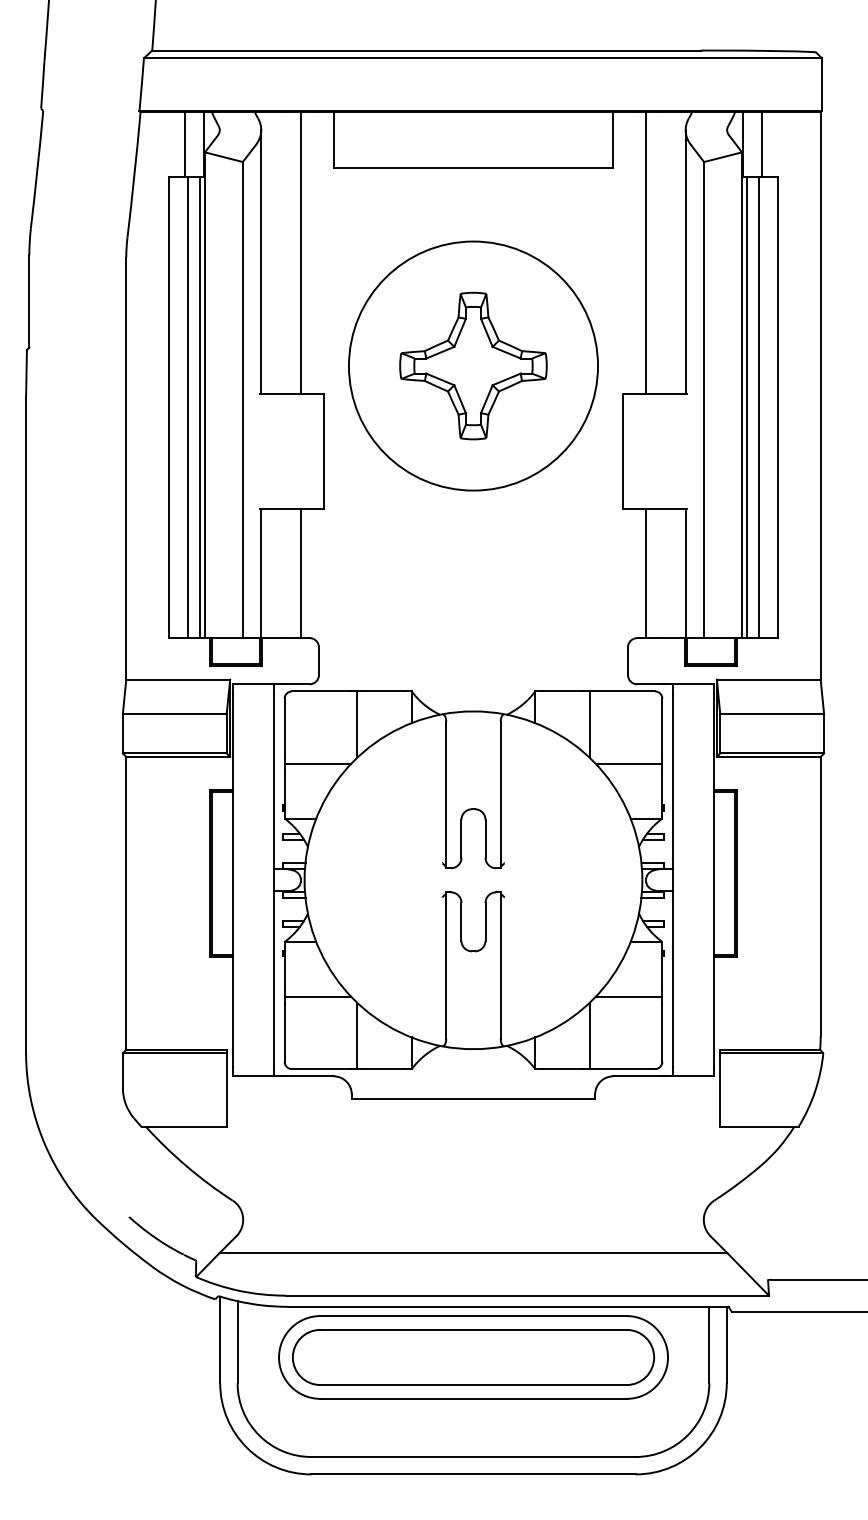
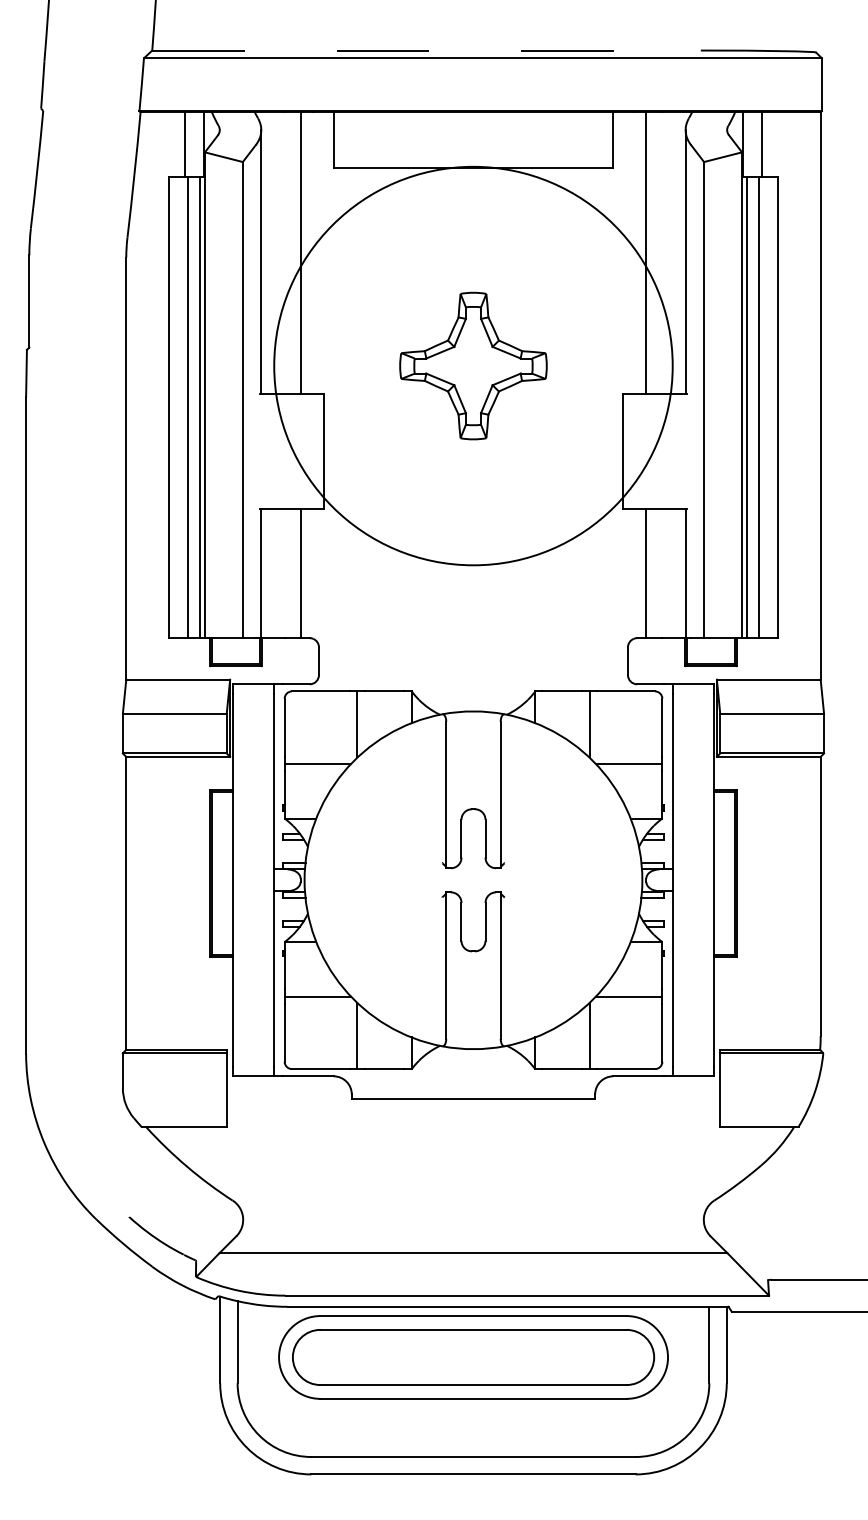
line at (427, 50): solid -> dashed
circle at (473, 365) diameter: 249 px -> 398 px
